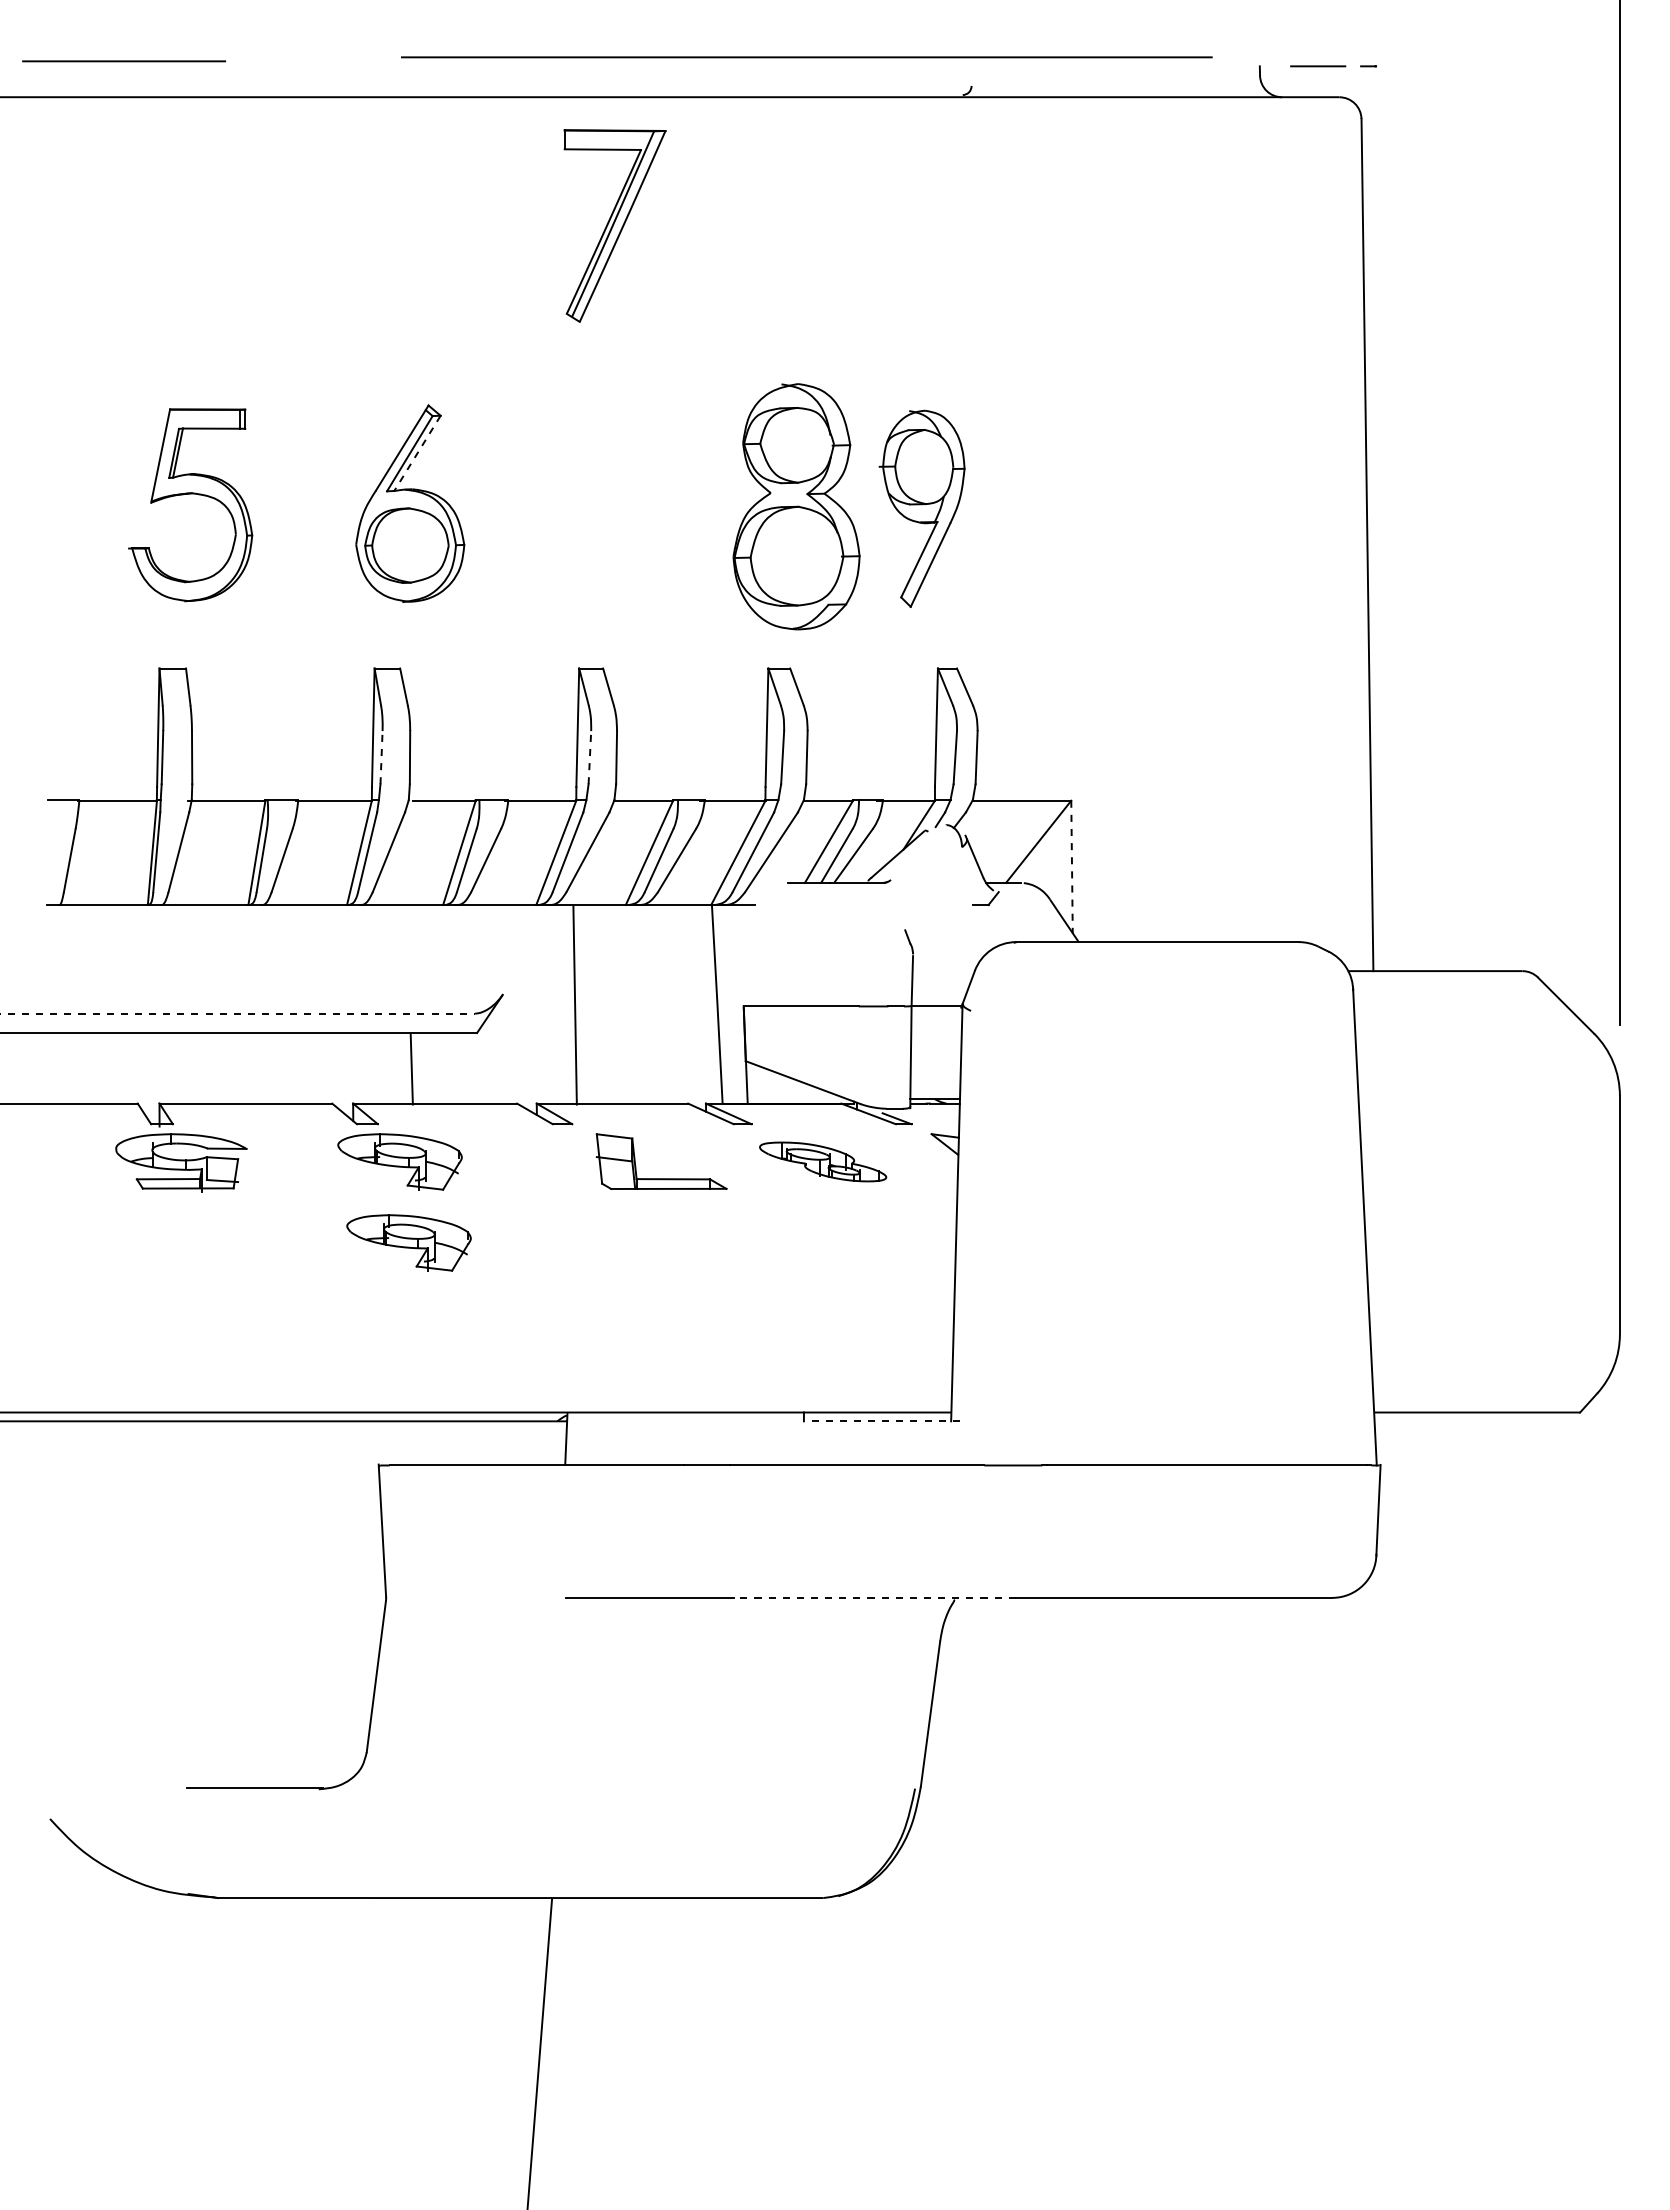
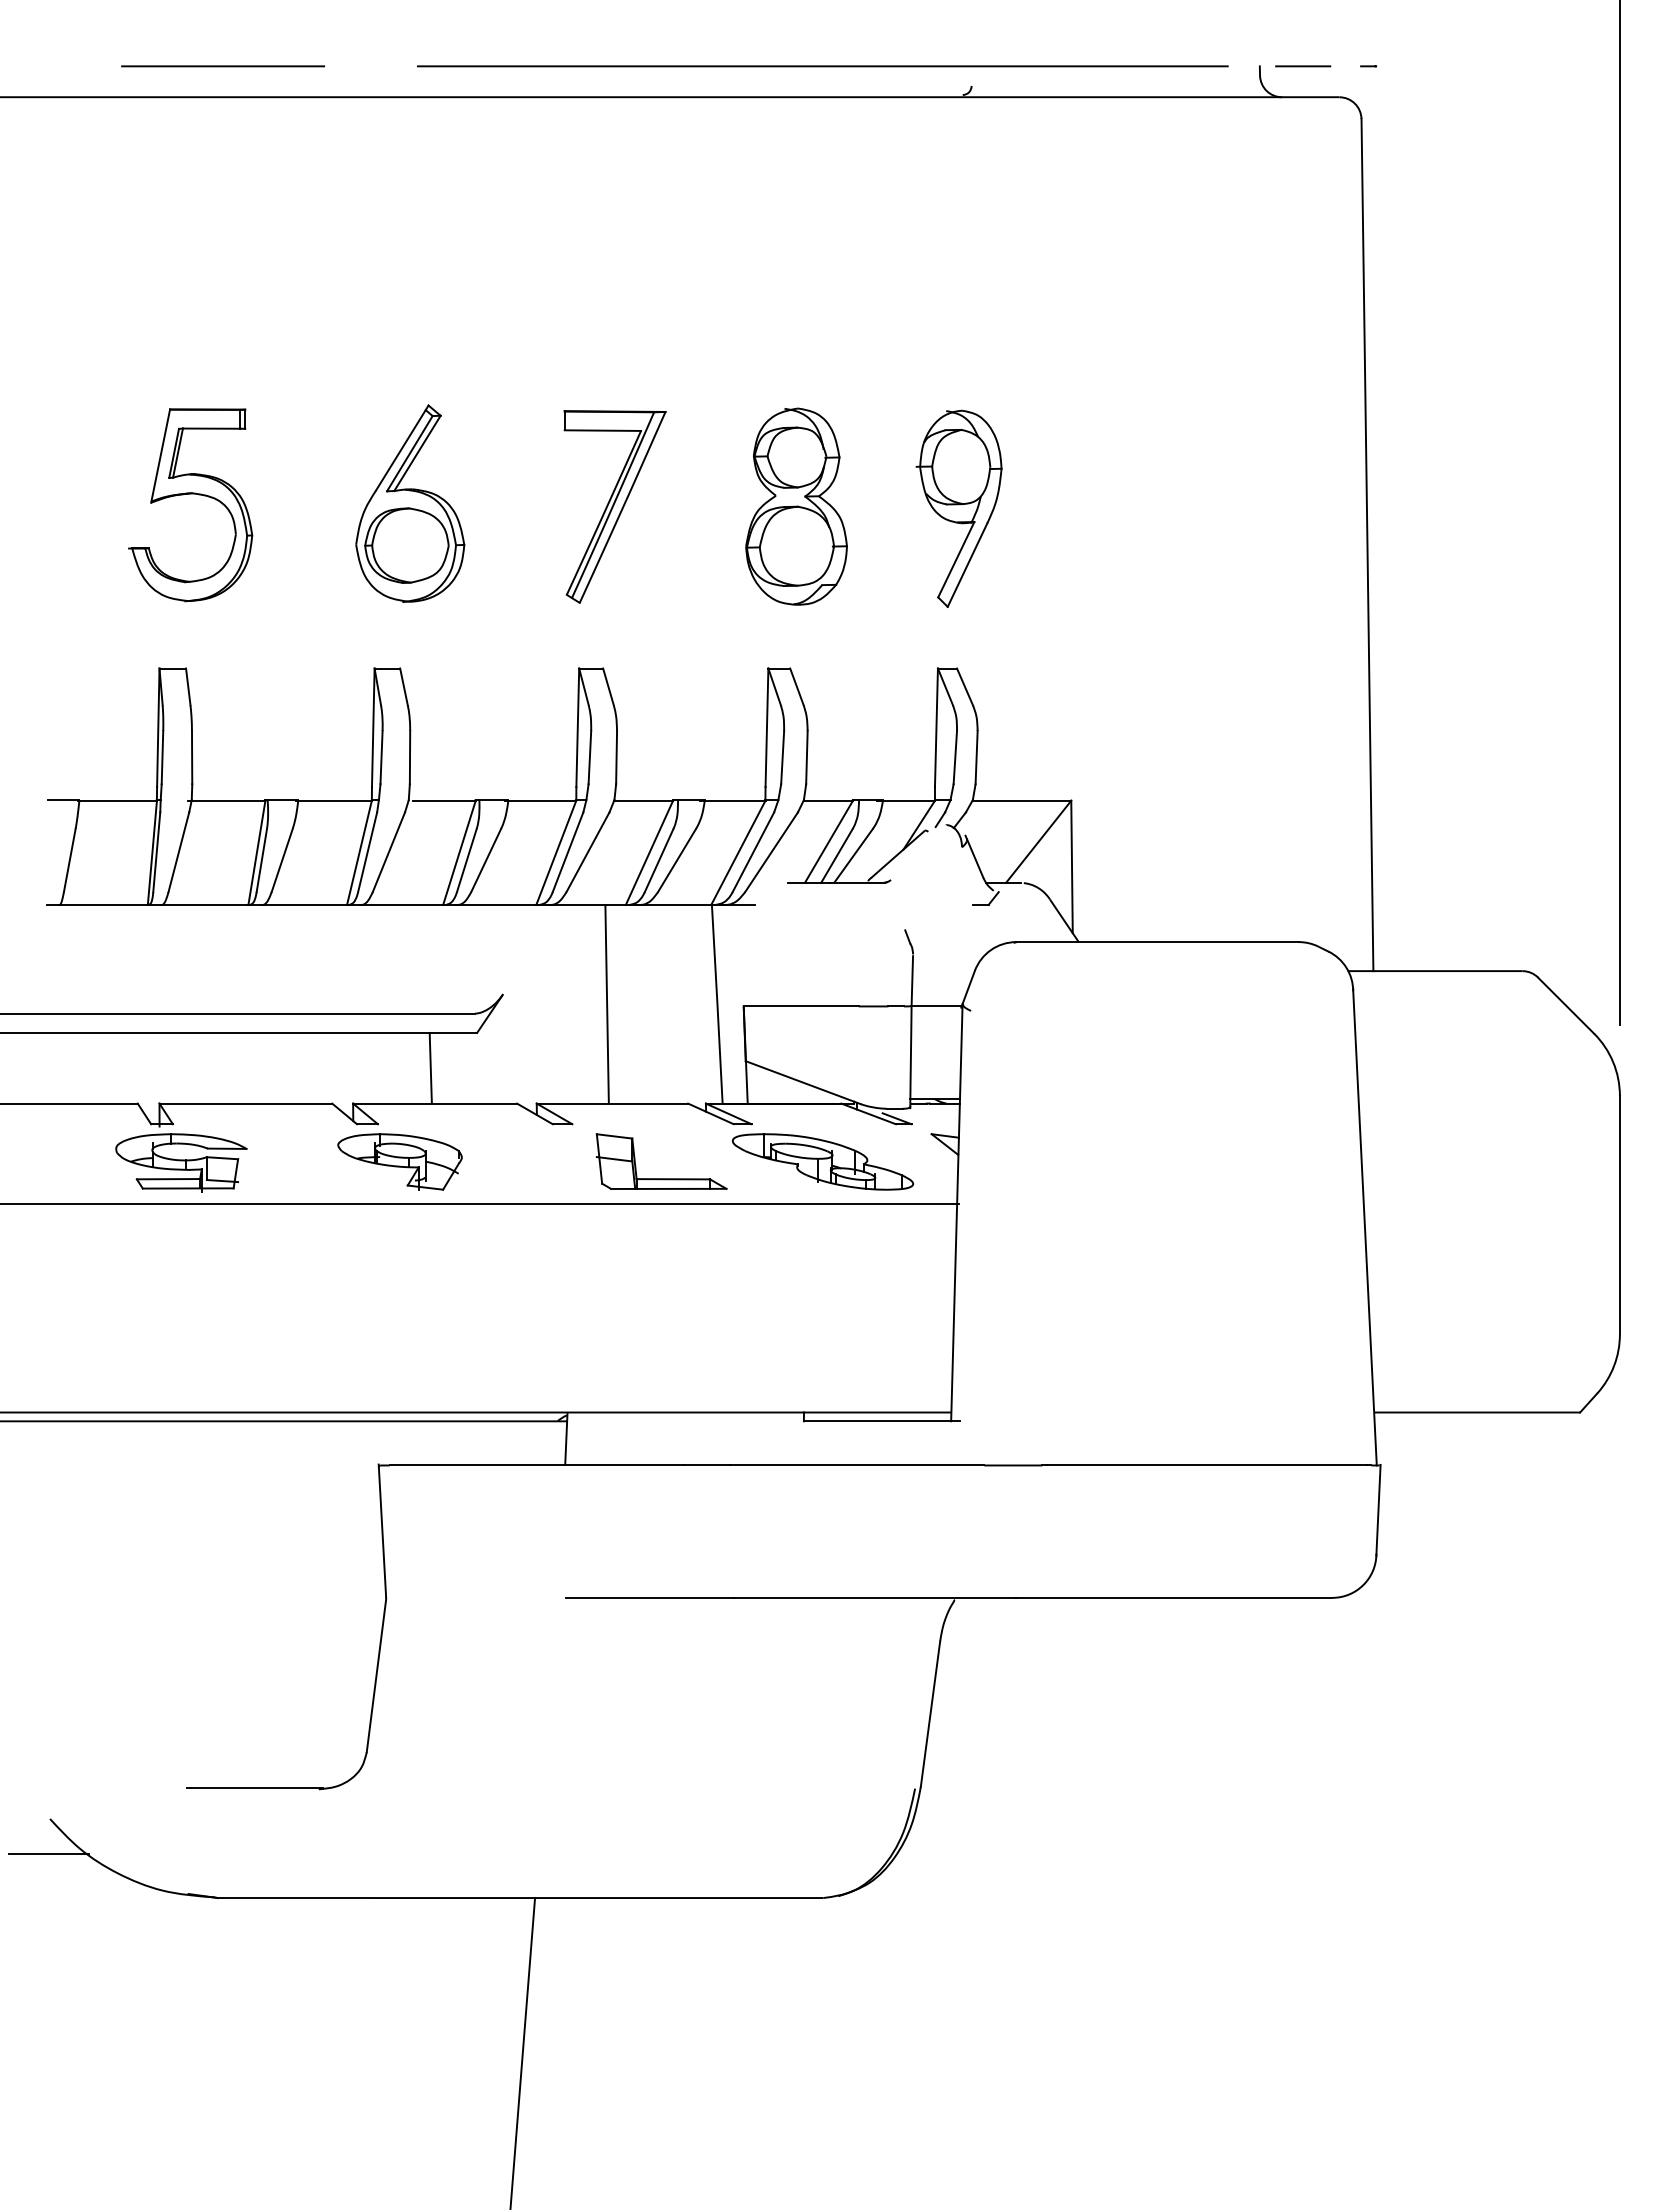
line at (806, 57) position: (806, 57) -> (822, 66)
line at (123, 61) position: (123, 61) -> (222, 66)
line at (1318, 66) position: (1318, 66) -> (1303, 66)
part at (614, 225) position: (614, 225) -> (614, 506)
line at (417, 453): dashed -> solid
part at (796, 506) size: 129x248 px -> 103x199 px
part at (921, 508) position: (921, 508) -> (958, 508)
line at (381, 757): dashed -> solid
line at (589, 757): dashed -> solid
line at (1072, 867): dashed -> solid
line at (574, 1004) position: (574, 1004) -> (606, 1003)
line at (238, 1013): dashed -> solid
line at (411, 1068) position: (411, 1068) -> (430, 1067)
part at (823, 1161) size: 129x42 px -> 183x58 px
line at (480, 1204): none -> present
part at (408, 1242): present -> none
line at (881, 1421): dashed -> solid
line at (874, 1597): dashed -> solid
line at (48, 1853): none -> present
line at (539, 2052) position: (539, 2052) -> (522, 2052)
